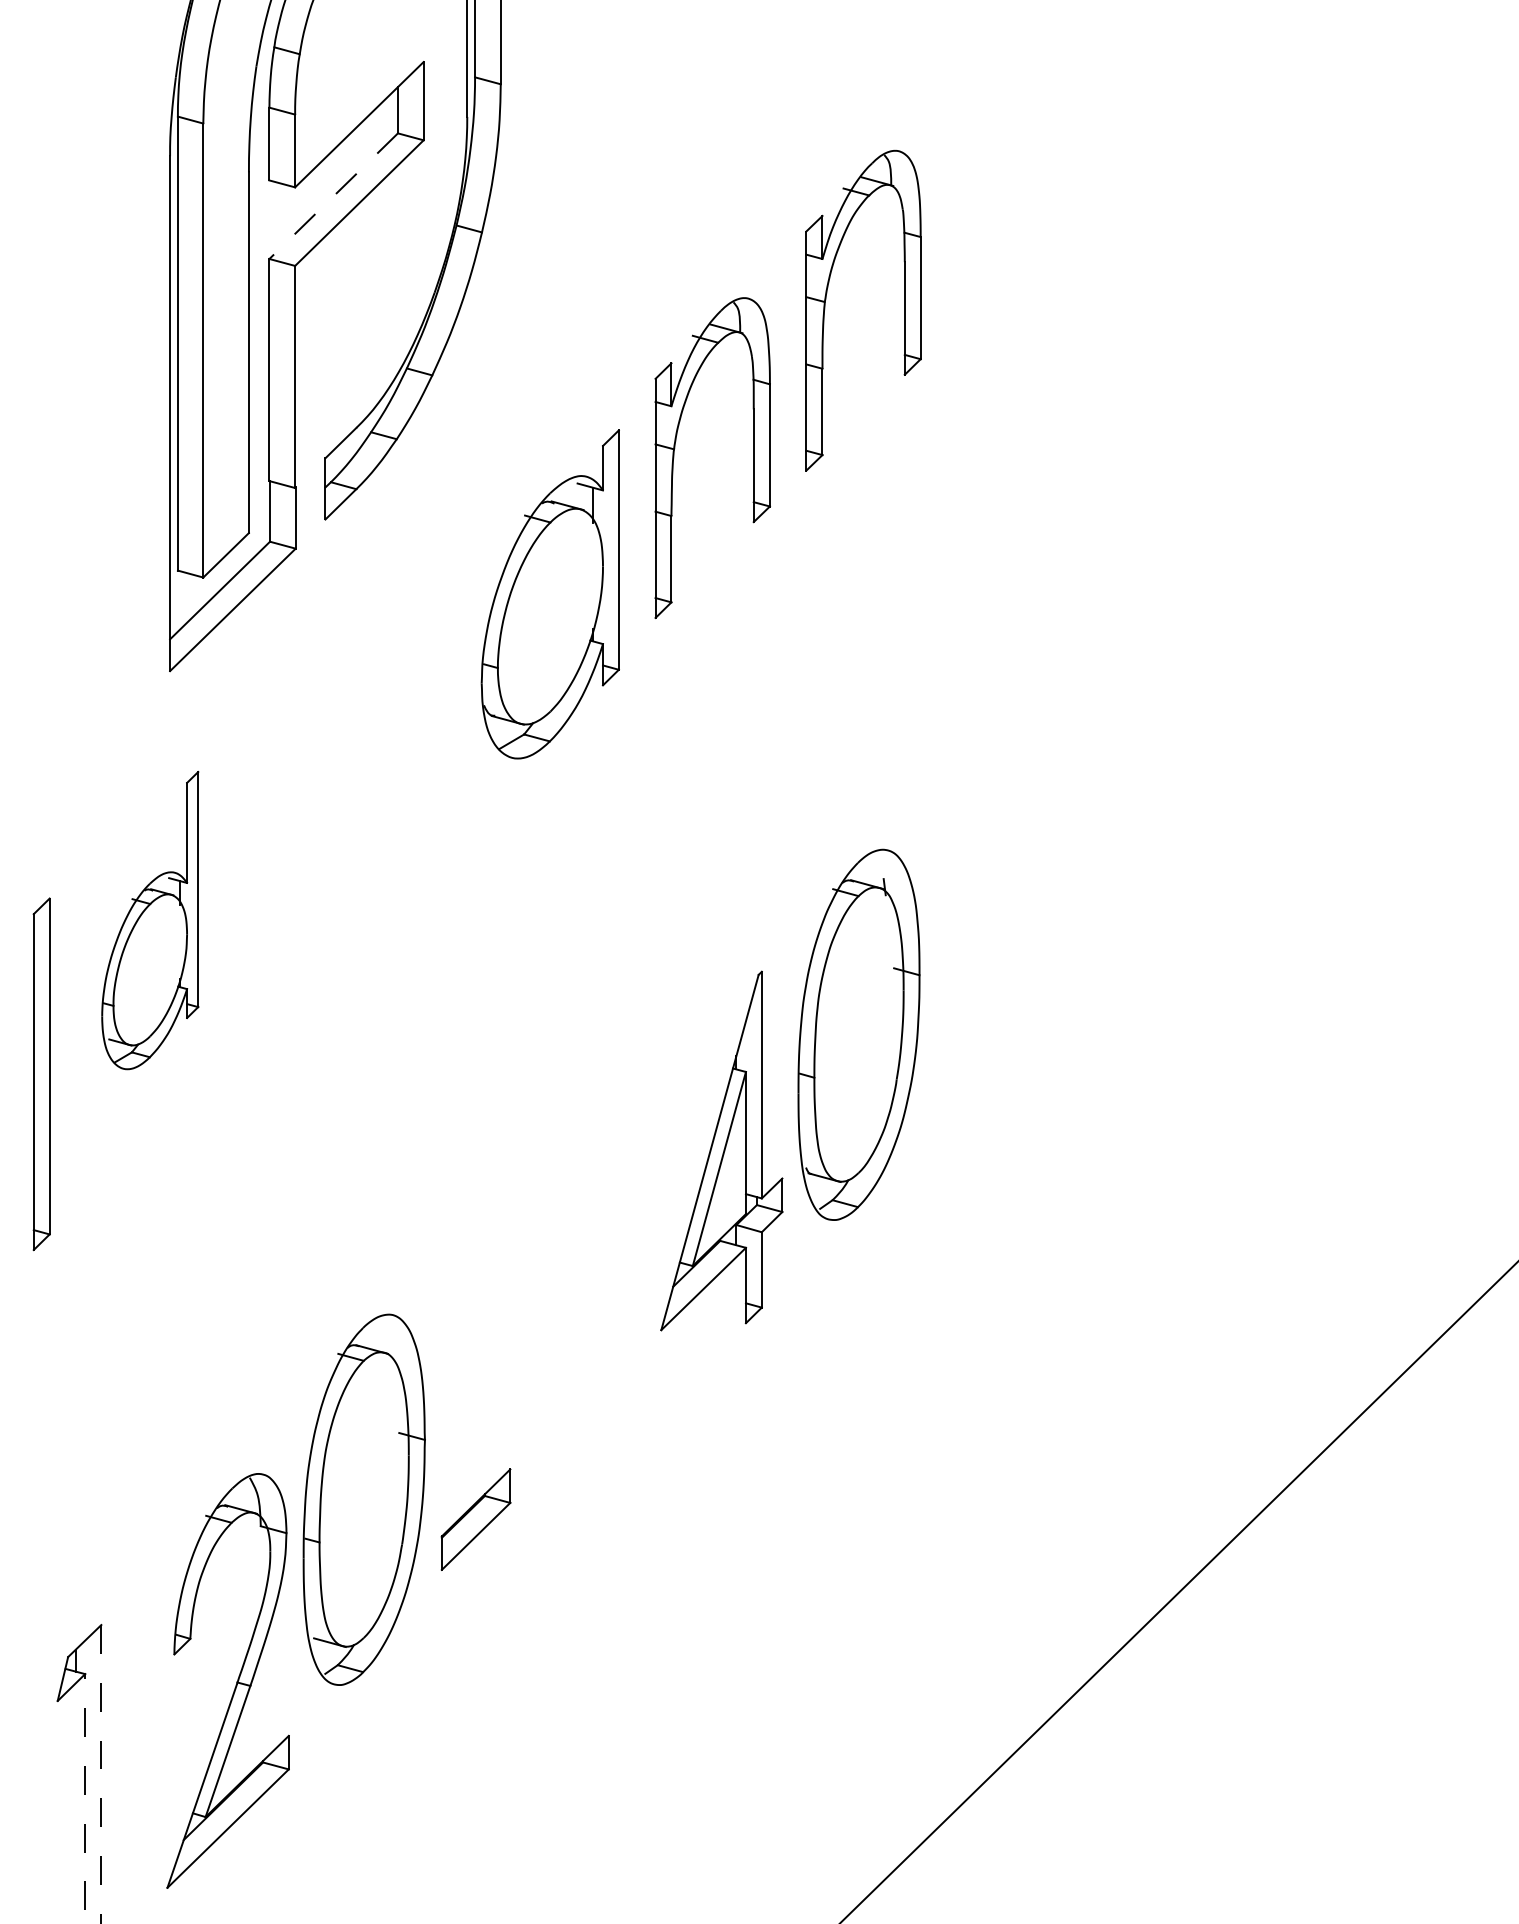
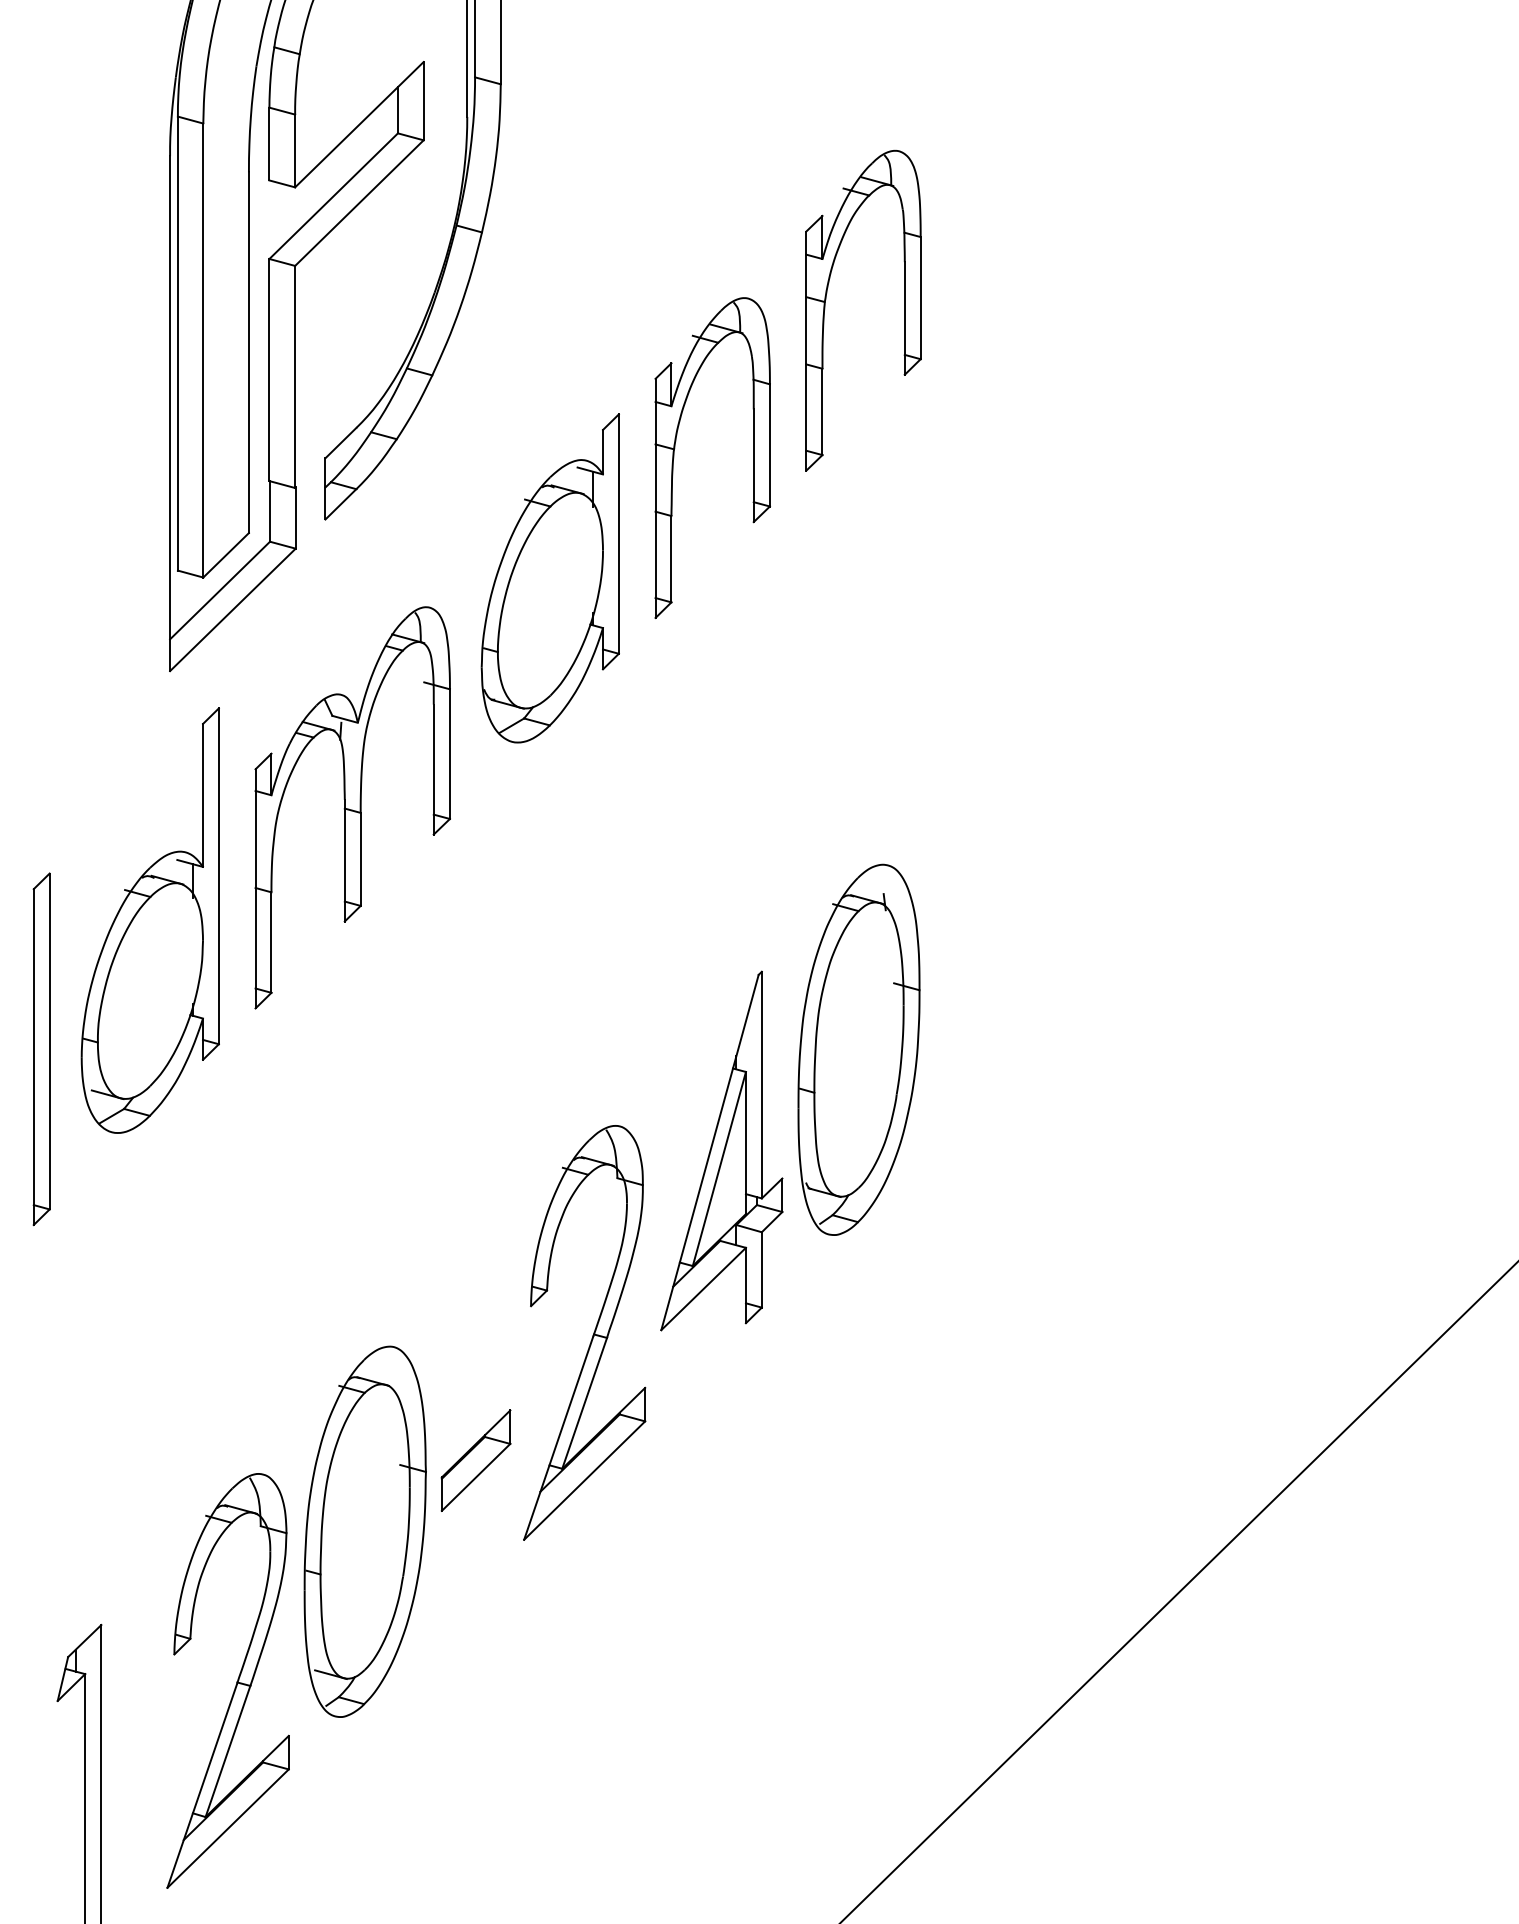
line at (333, 196): dashed -> solid
part at (549, 594) position: (549, 594) -> (549, 578)
part at (352, 807): none -> present
part at (150, 920) size: 99x300 px -> 140x427 px
part at (858, 1034) position: (858, 1034) -> (858, 1049)
part at (41, 1074) position: (41, 1074) -> (41, 1049)
part at (592, 1335): none -> present
part at (363, 1499) position: (363, 1499) -> (364, 1531)
part at (475, 1519) position: (475, 1519) -> (475, 1460)
line at (101, 1774): dashed -> solid
line at (85, 1798): dashed -> solid
